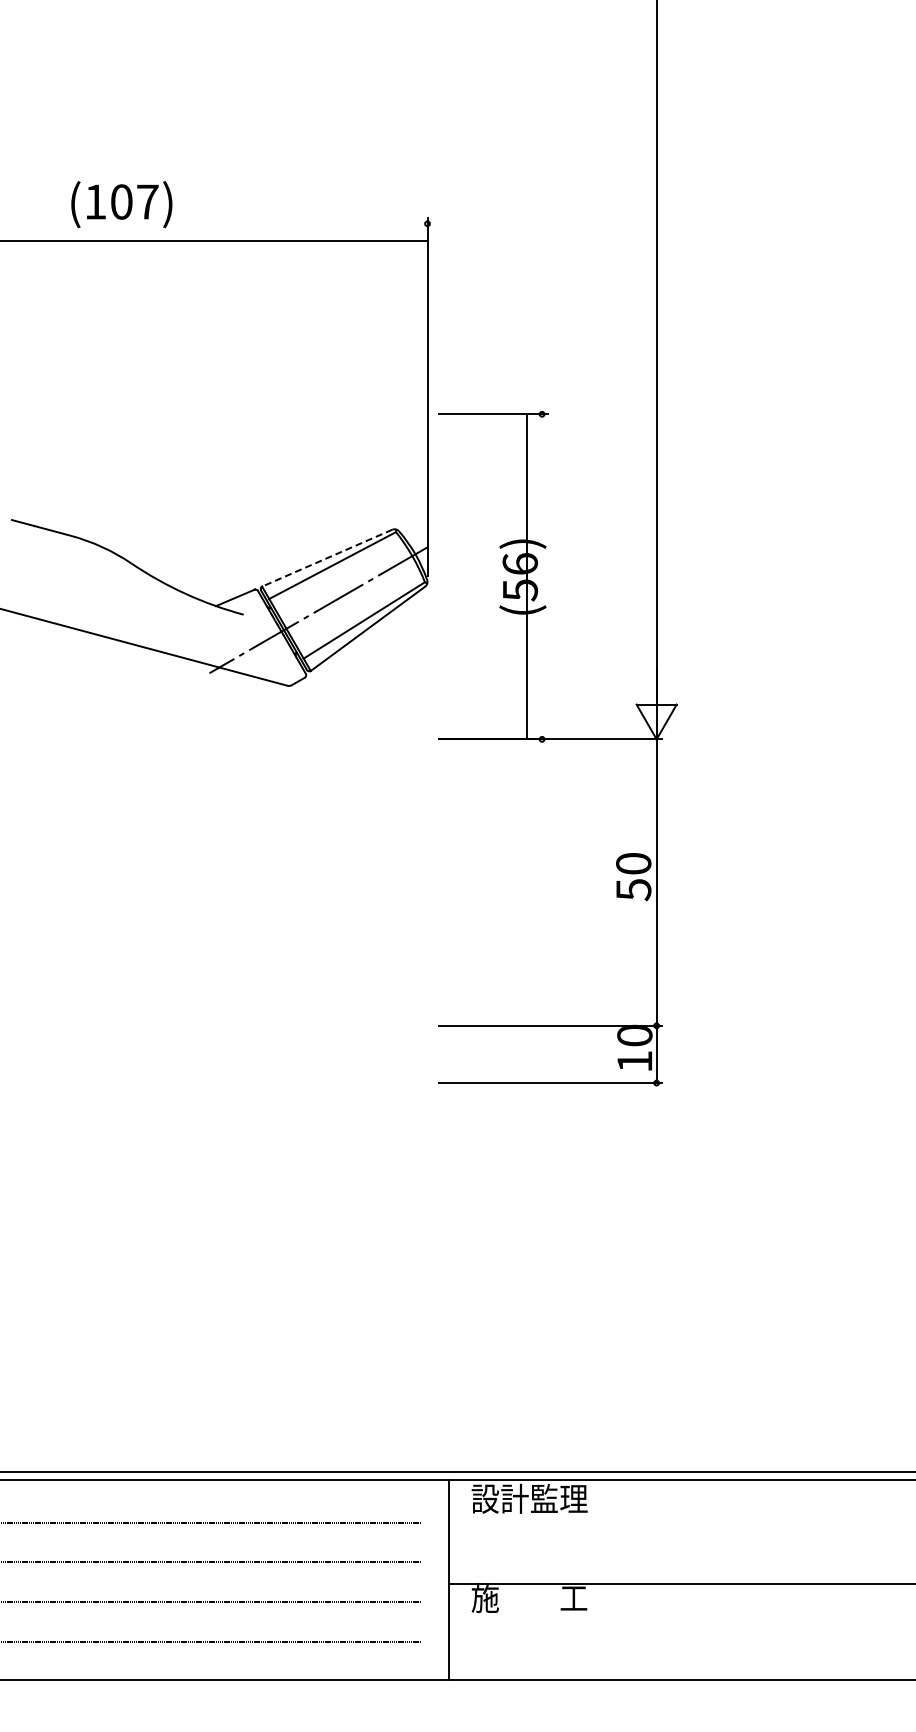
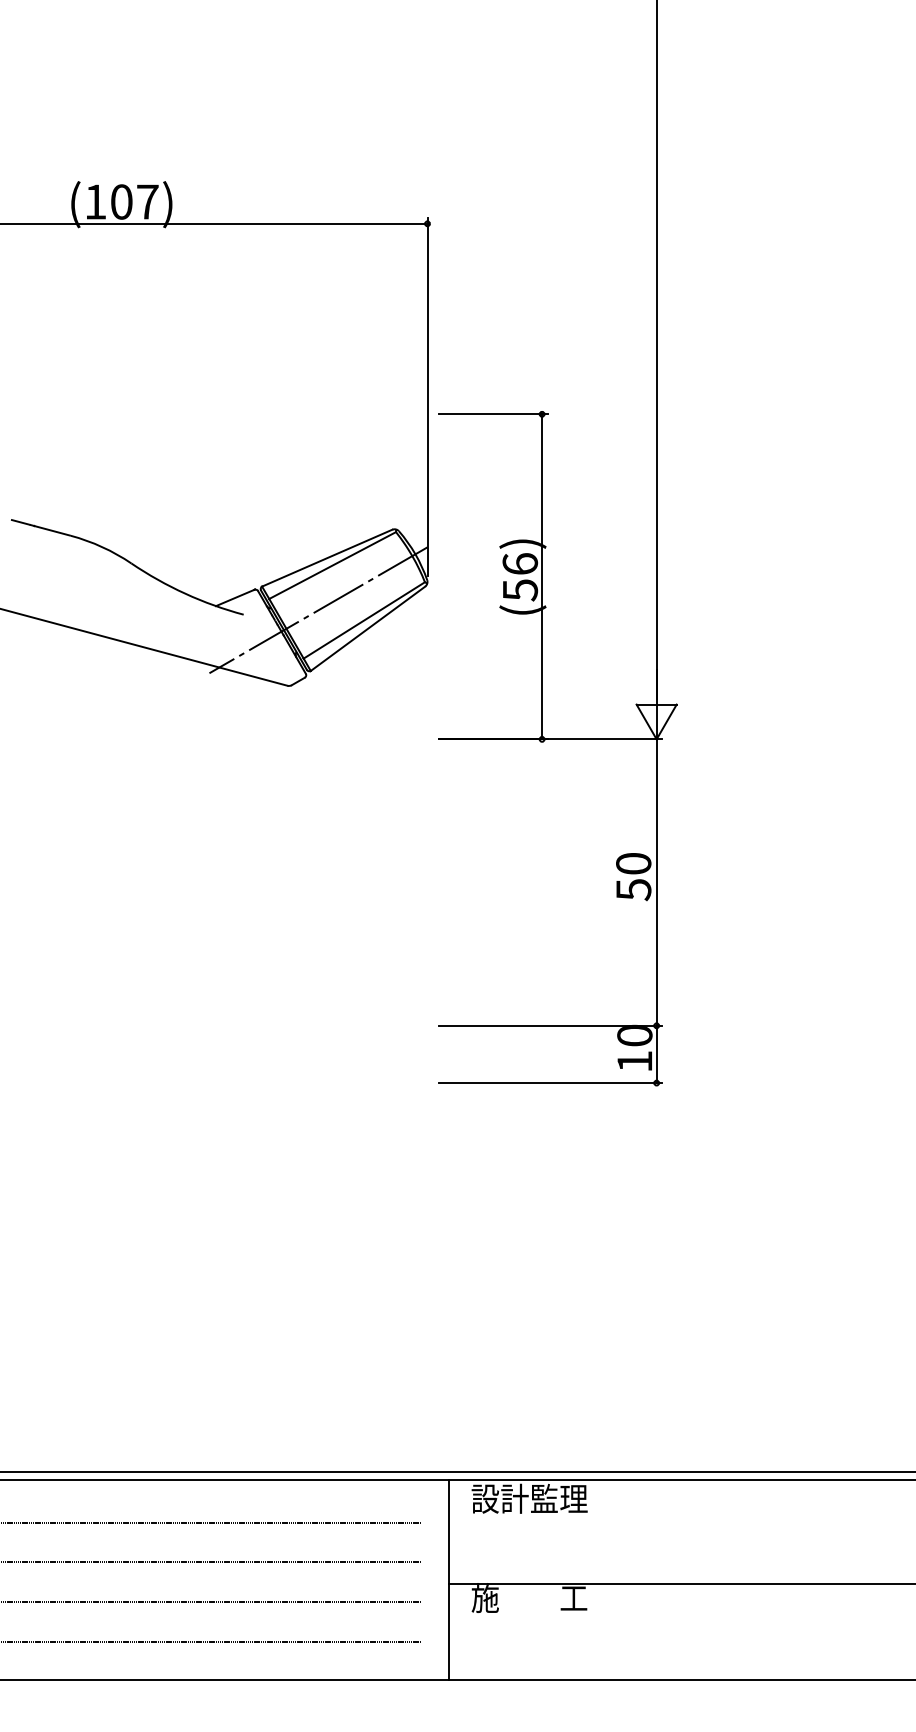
line at (214, 240) position: (214, 240) -> (214, 223)
line at (326, 558): dashed -> solid
line at (527, 576) position: (527, 576) -> (542, 576)
